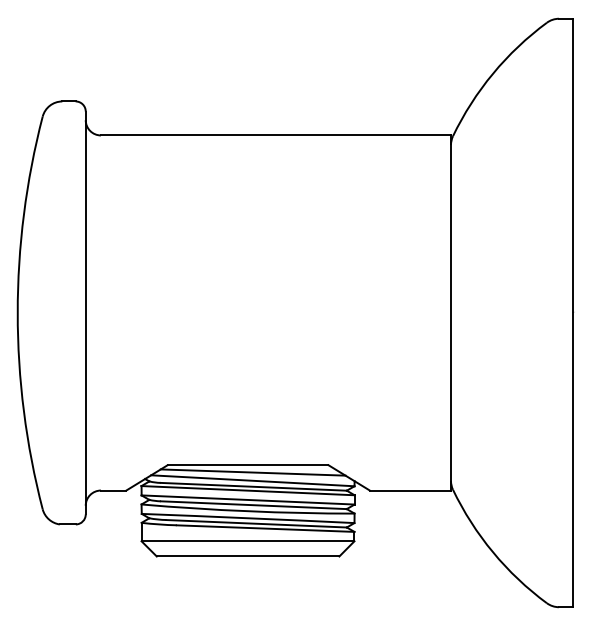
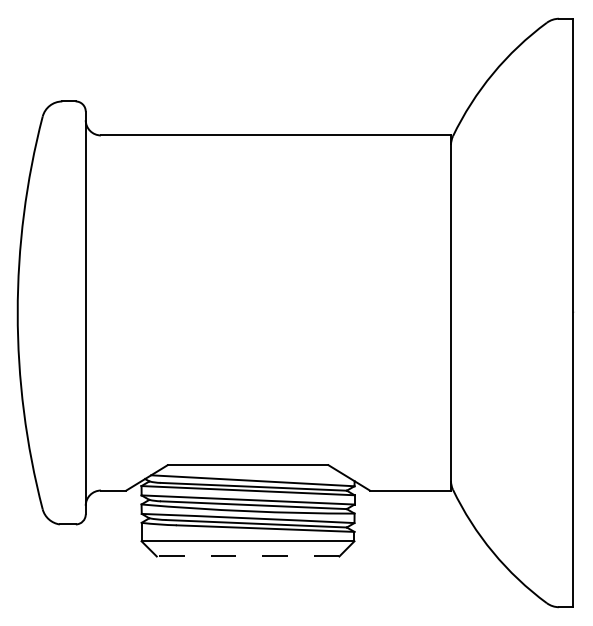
line at (252, 472): present -> none
line at (247, 556): solid -> dashed
